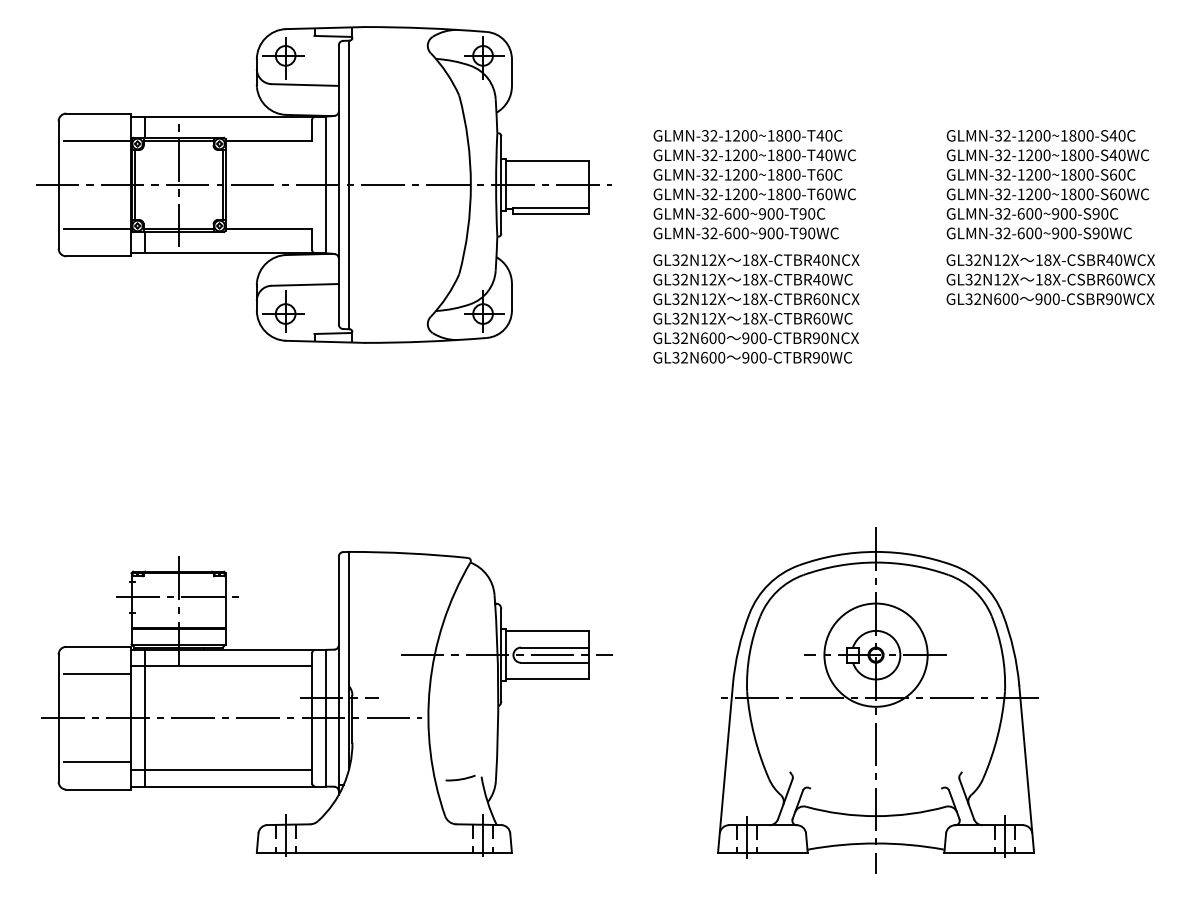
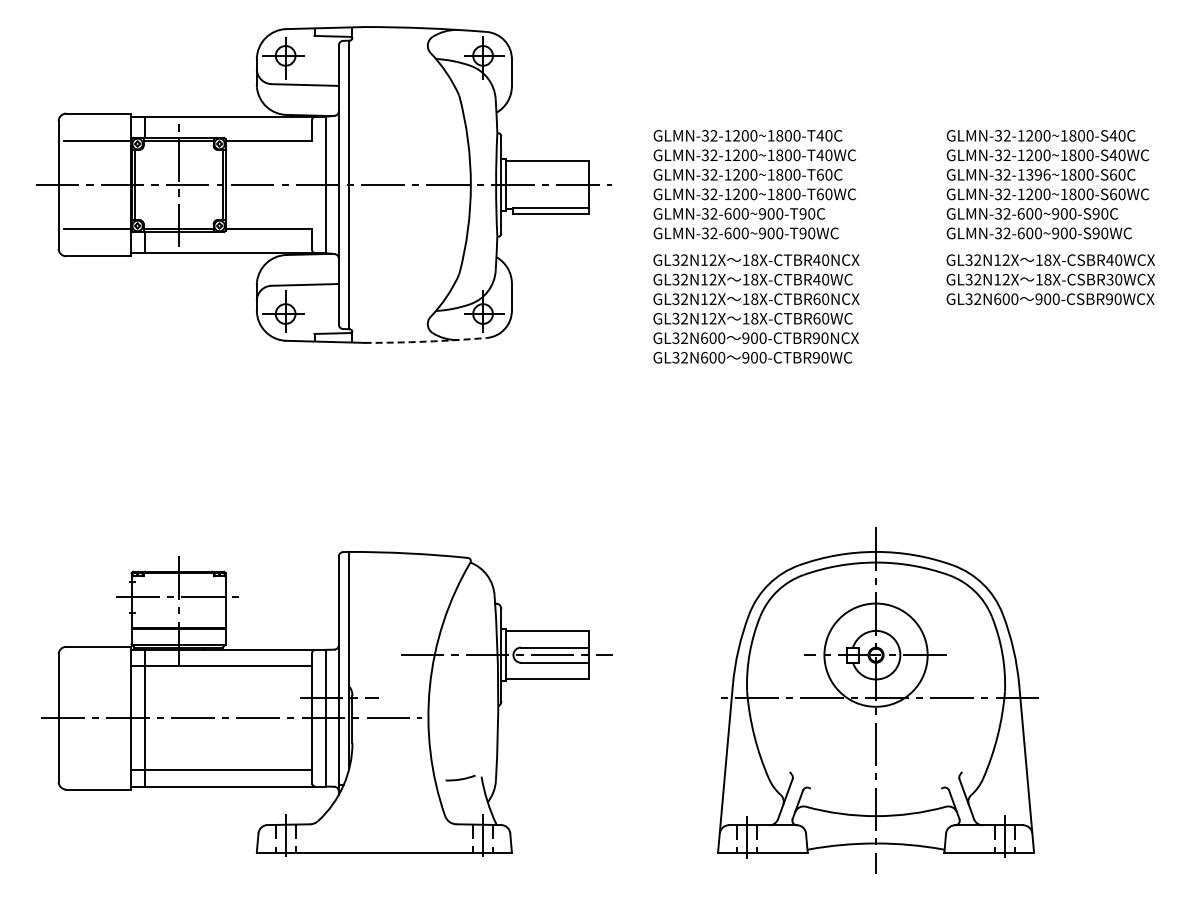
text at (1038, 174): GLMN-32-1200~1800-S60C -> GLMN-32-1396~1800-S60C
text at (1109, 279): 18X-CSBR60WCX -> 18X-CSBR30WCX
arc at (425, 341): solid -> dashed
line at (97, 674): present -> none
line at (97, 762): present -> none
